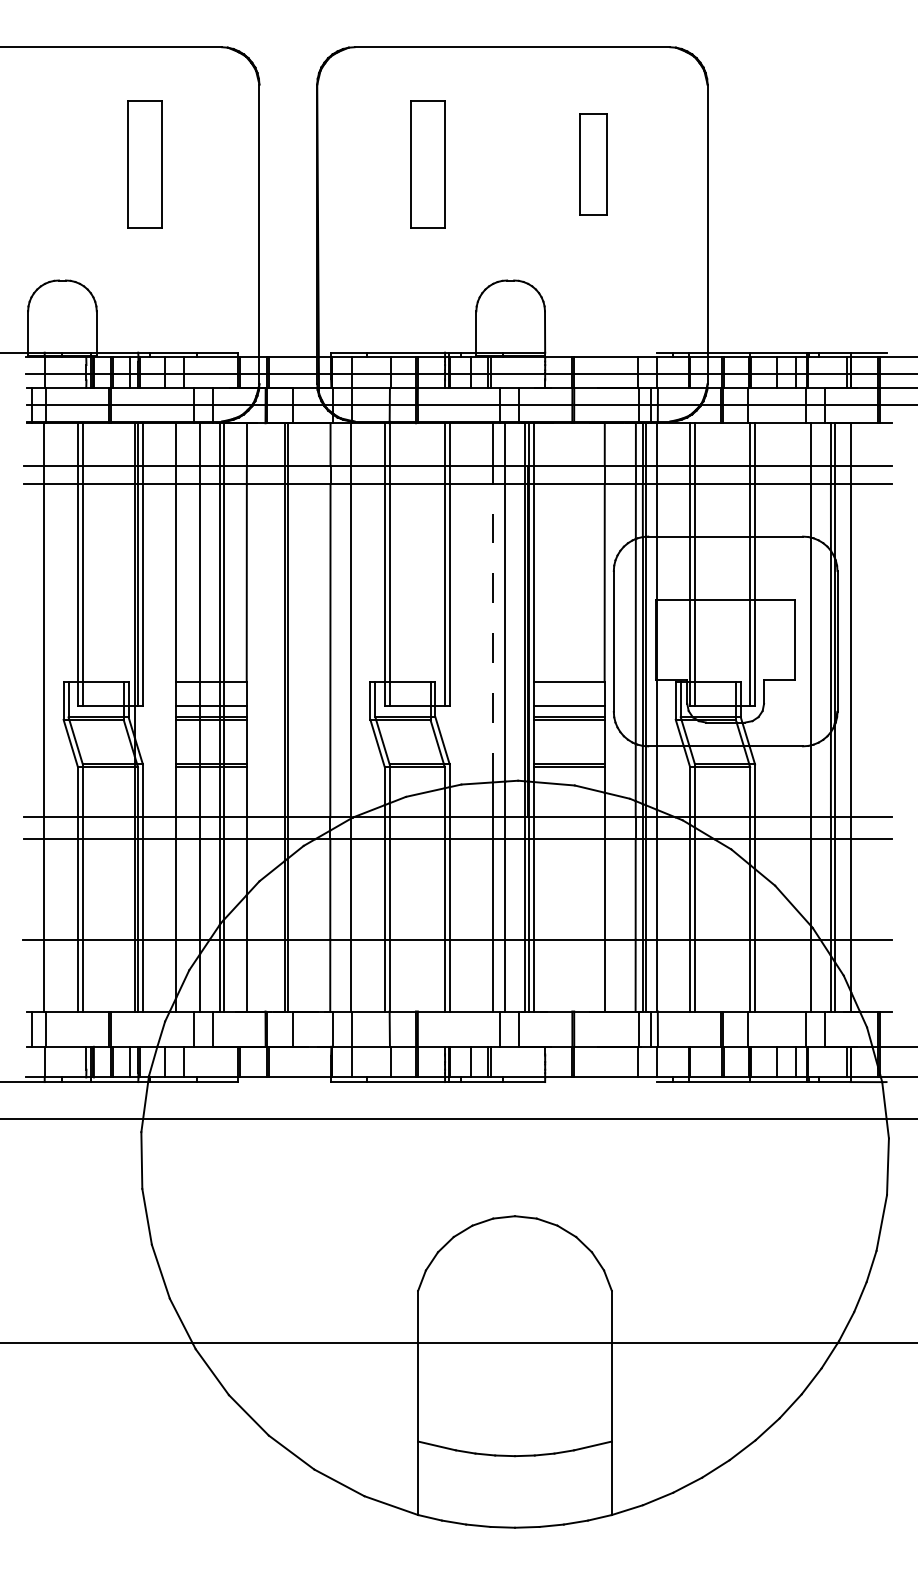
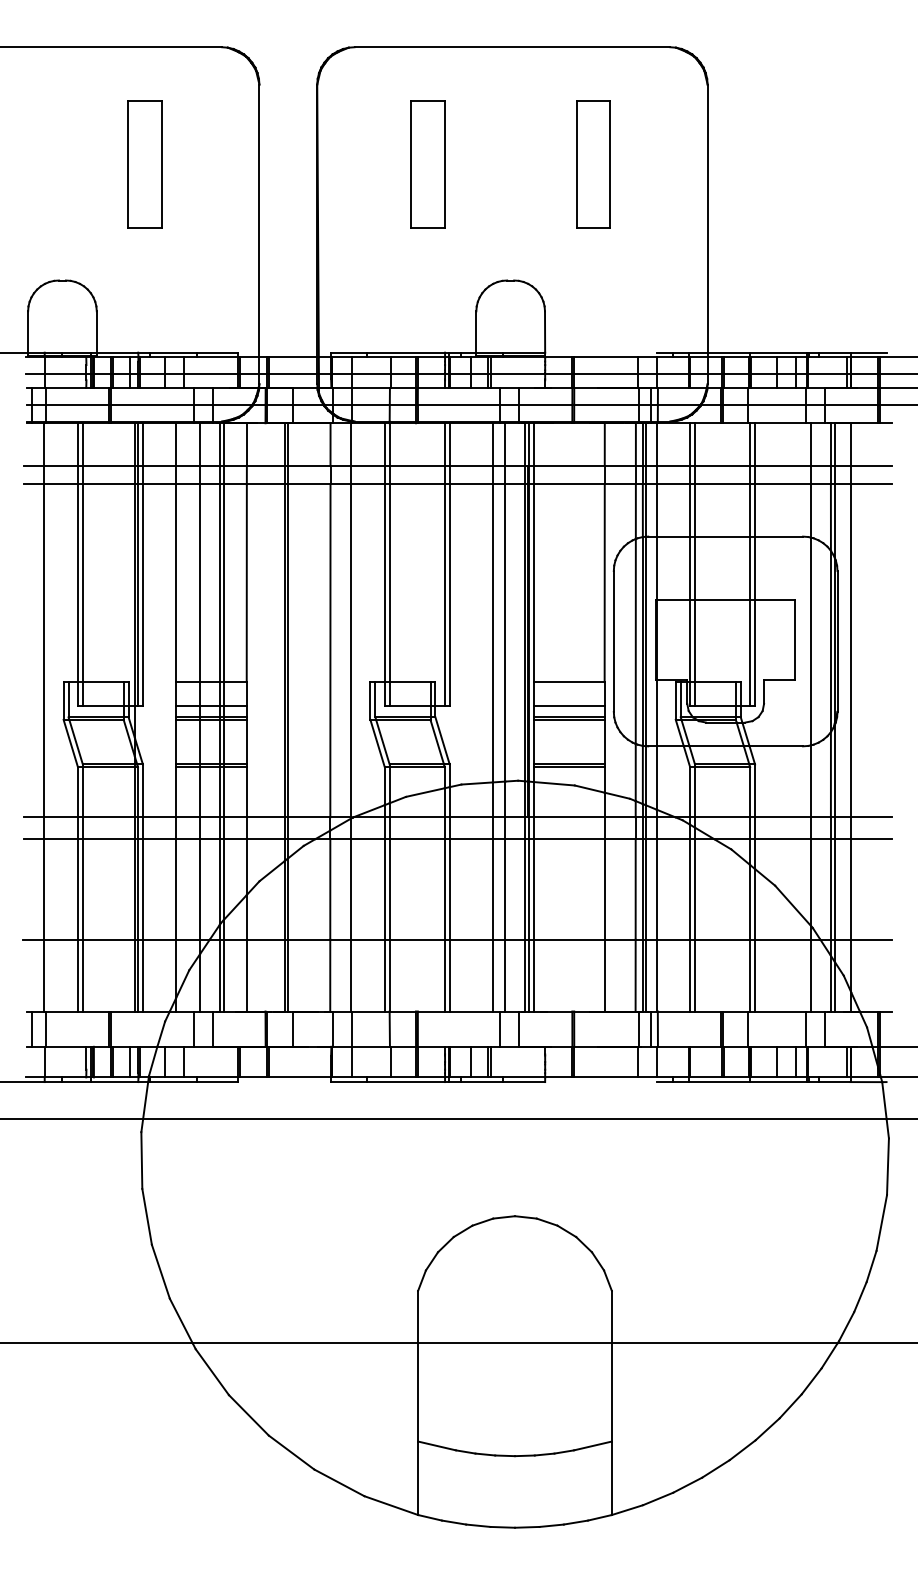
part at (593, 164) size: 29x103 px -> 35x129 px
line at (492, 632): dashed -> solid
